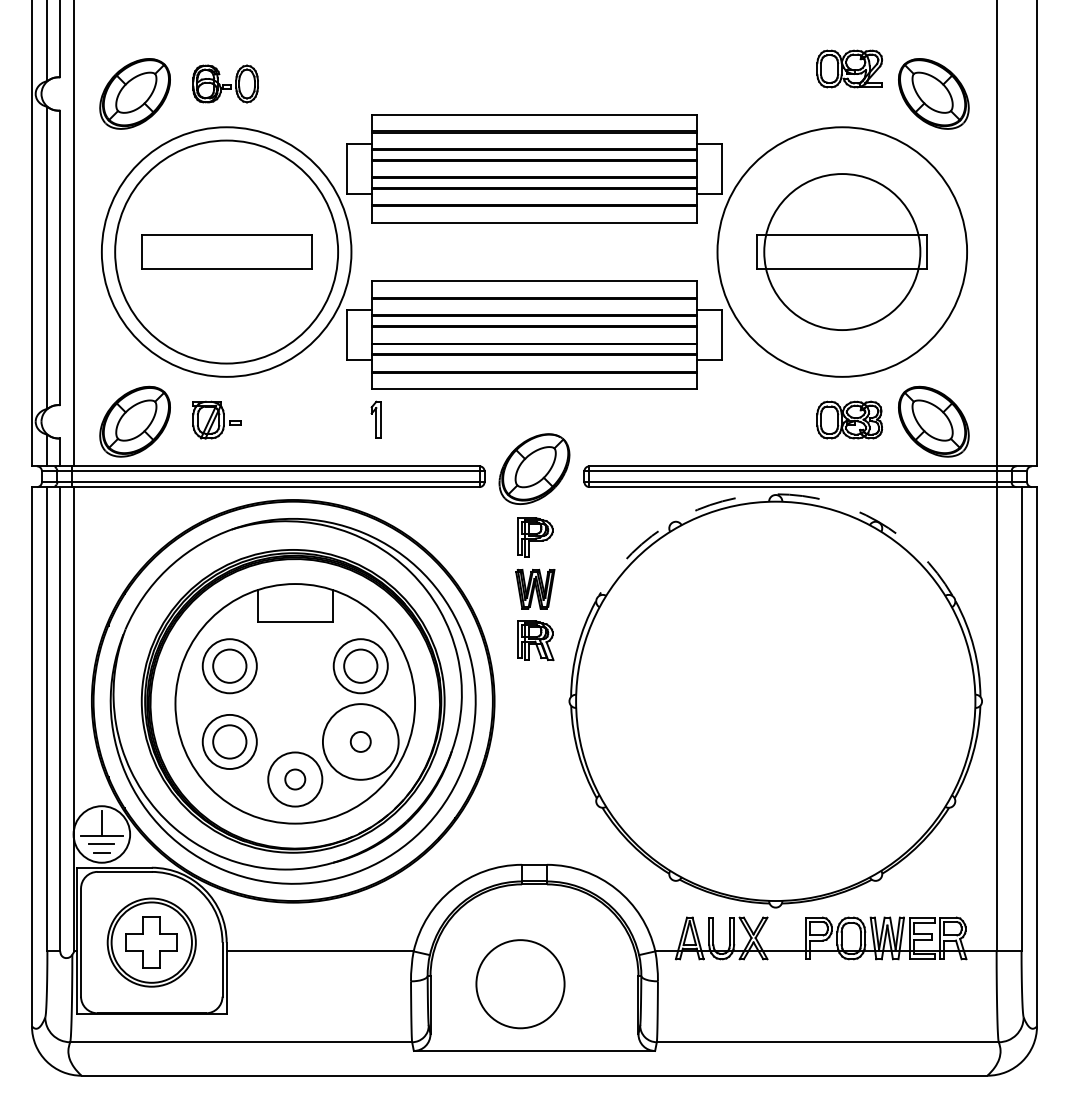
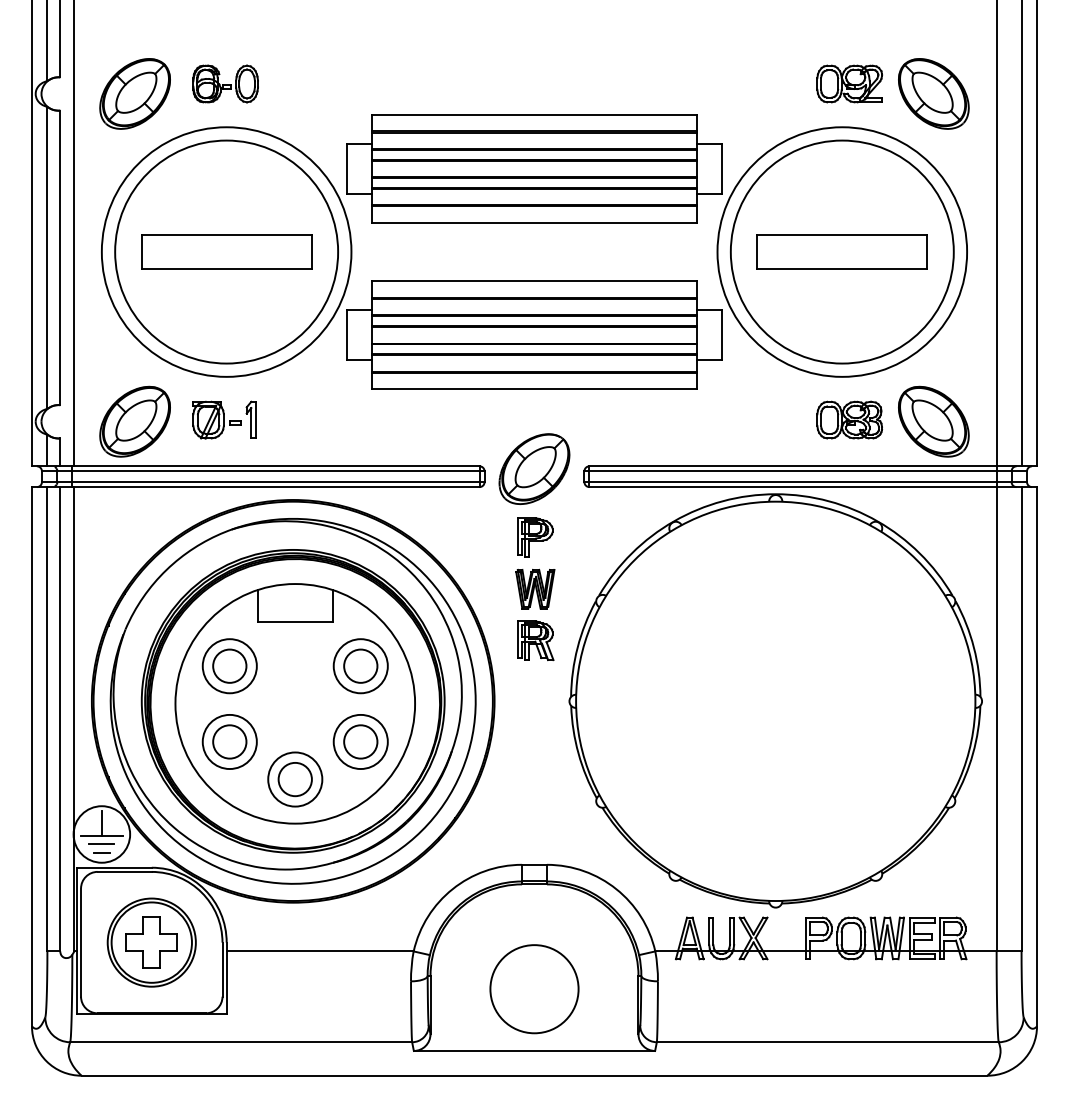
part at (849, 68) position: (849, 68) -> (849, 83)
line at (1021, 234): none -> present
circle at (842, 252) diameter: 156 px -> 223 px
part at (375, 419) position: (375, 419) -> (250, 419)
arc at (775, 494): dashed -> solid
circle at (360, 741) diameter: 20 px -> 33 px
circle at (360, 741) diameter: 76 px -> 54 px
circle at (295, 779) diameter: 20 px -> 33 px
circle at (520, 984) position: (520, 984) -> (534, 989)
